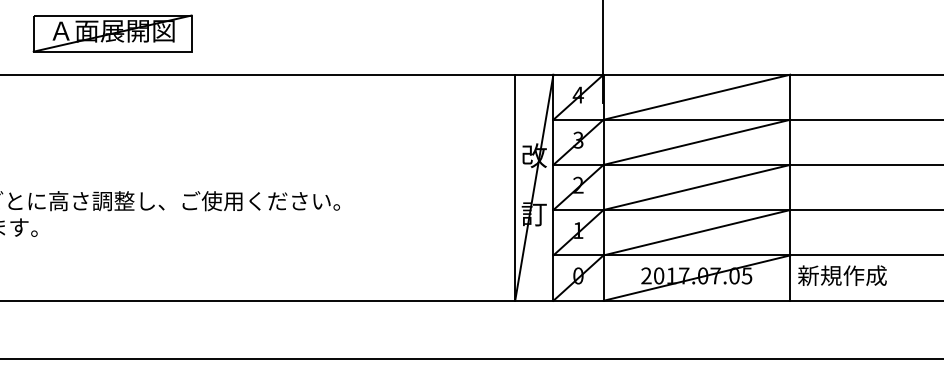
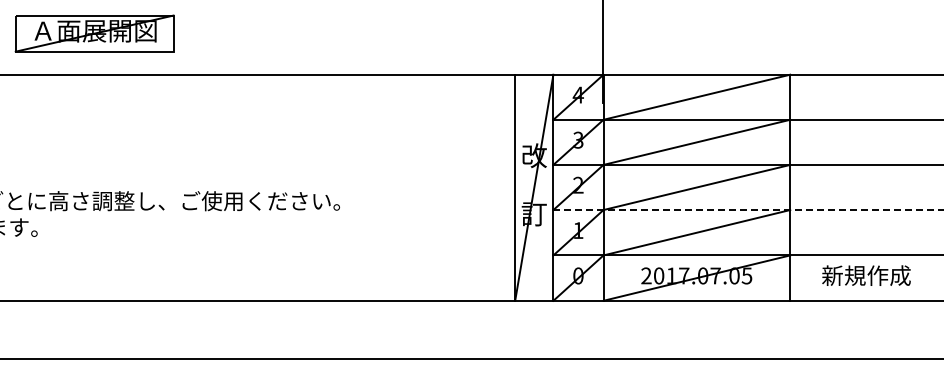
part at (112, 33) position: (112, 33) -> (94, 33)
line at (748, 210): solid -> dashed
text at (842, 275) position: (842, 275) -> (866, 275)
